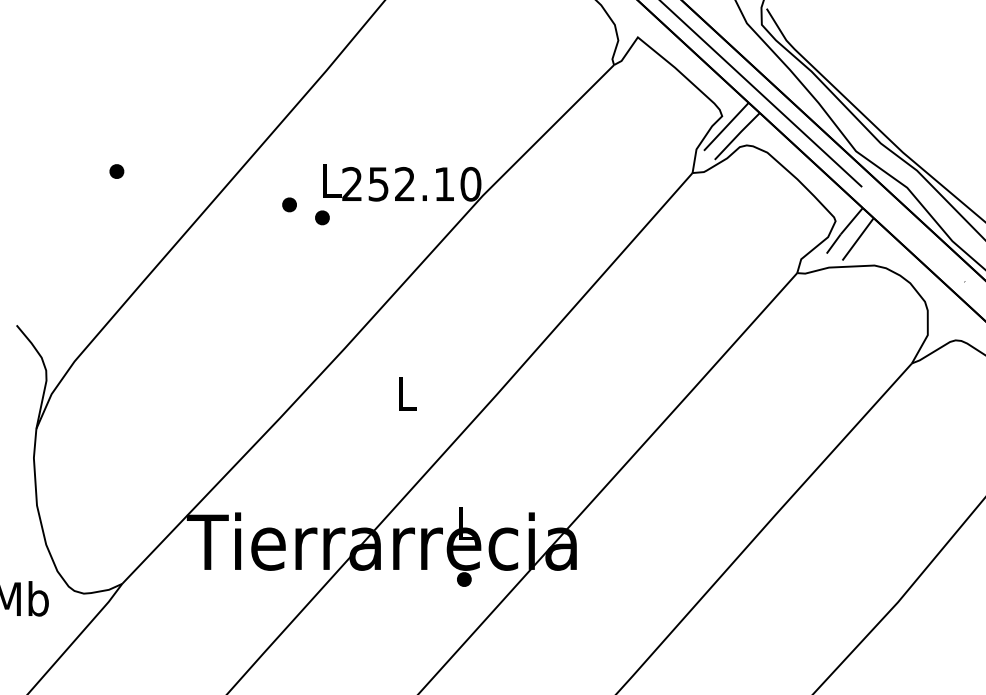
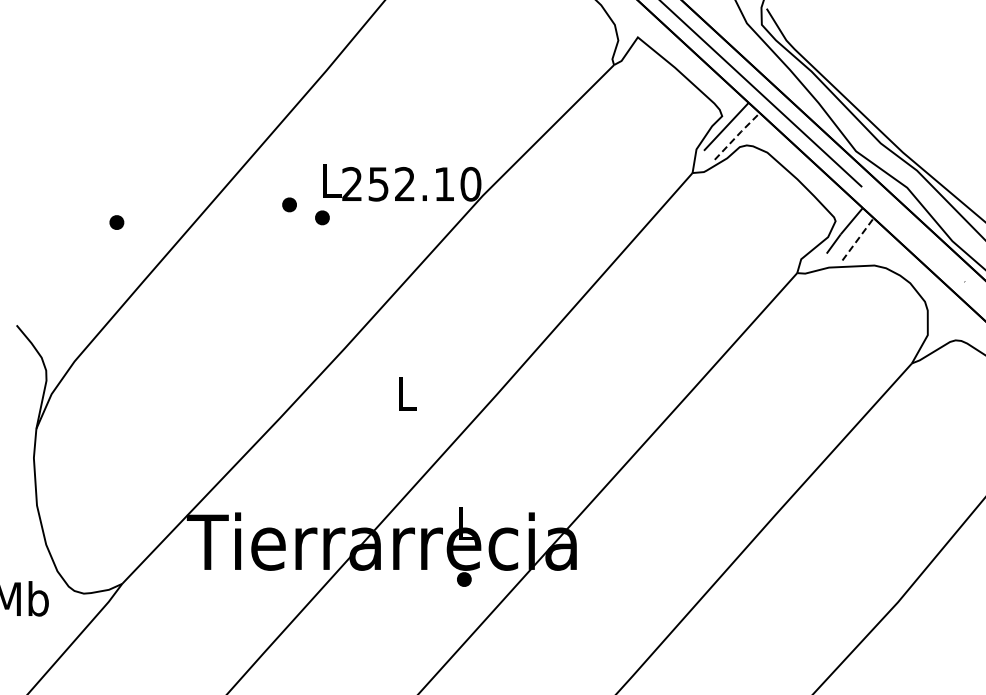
line at (737, 135): solid -> dashed
part at (116, 171) position: (116, 171) -> (116, 222)
line at (858, 238): solid -> dashed
